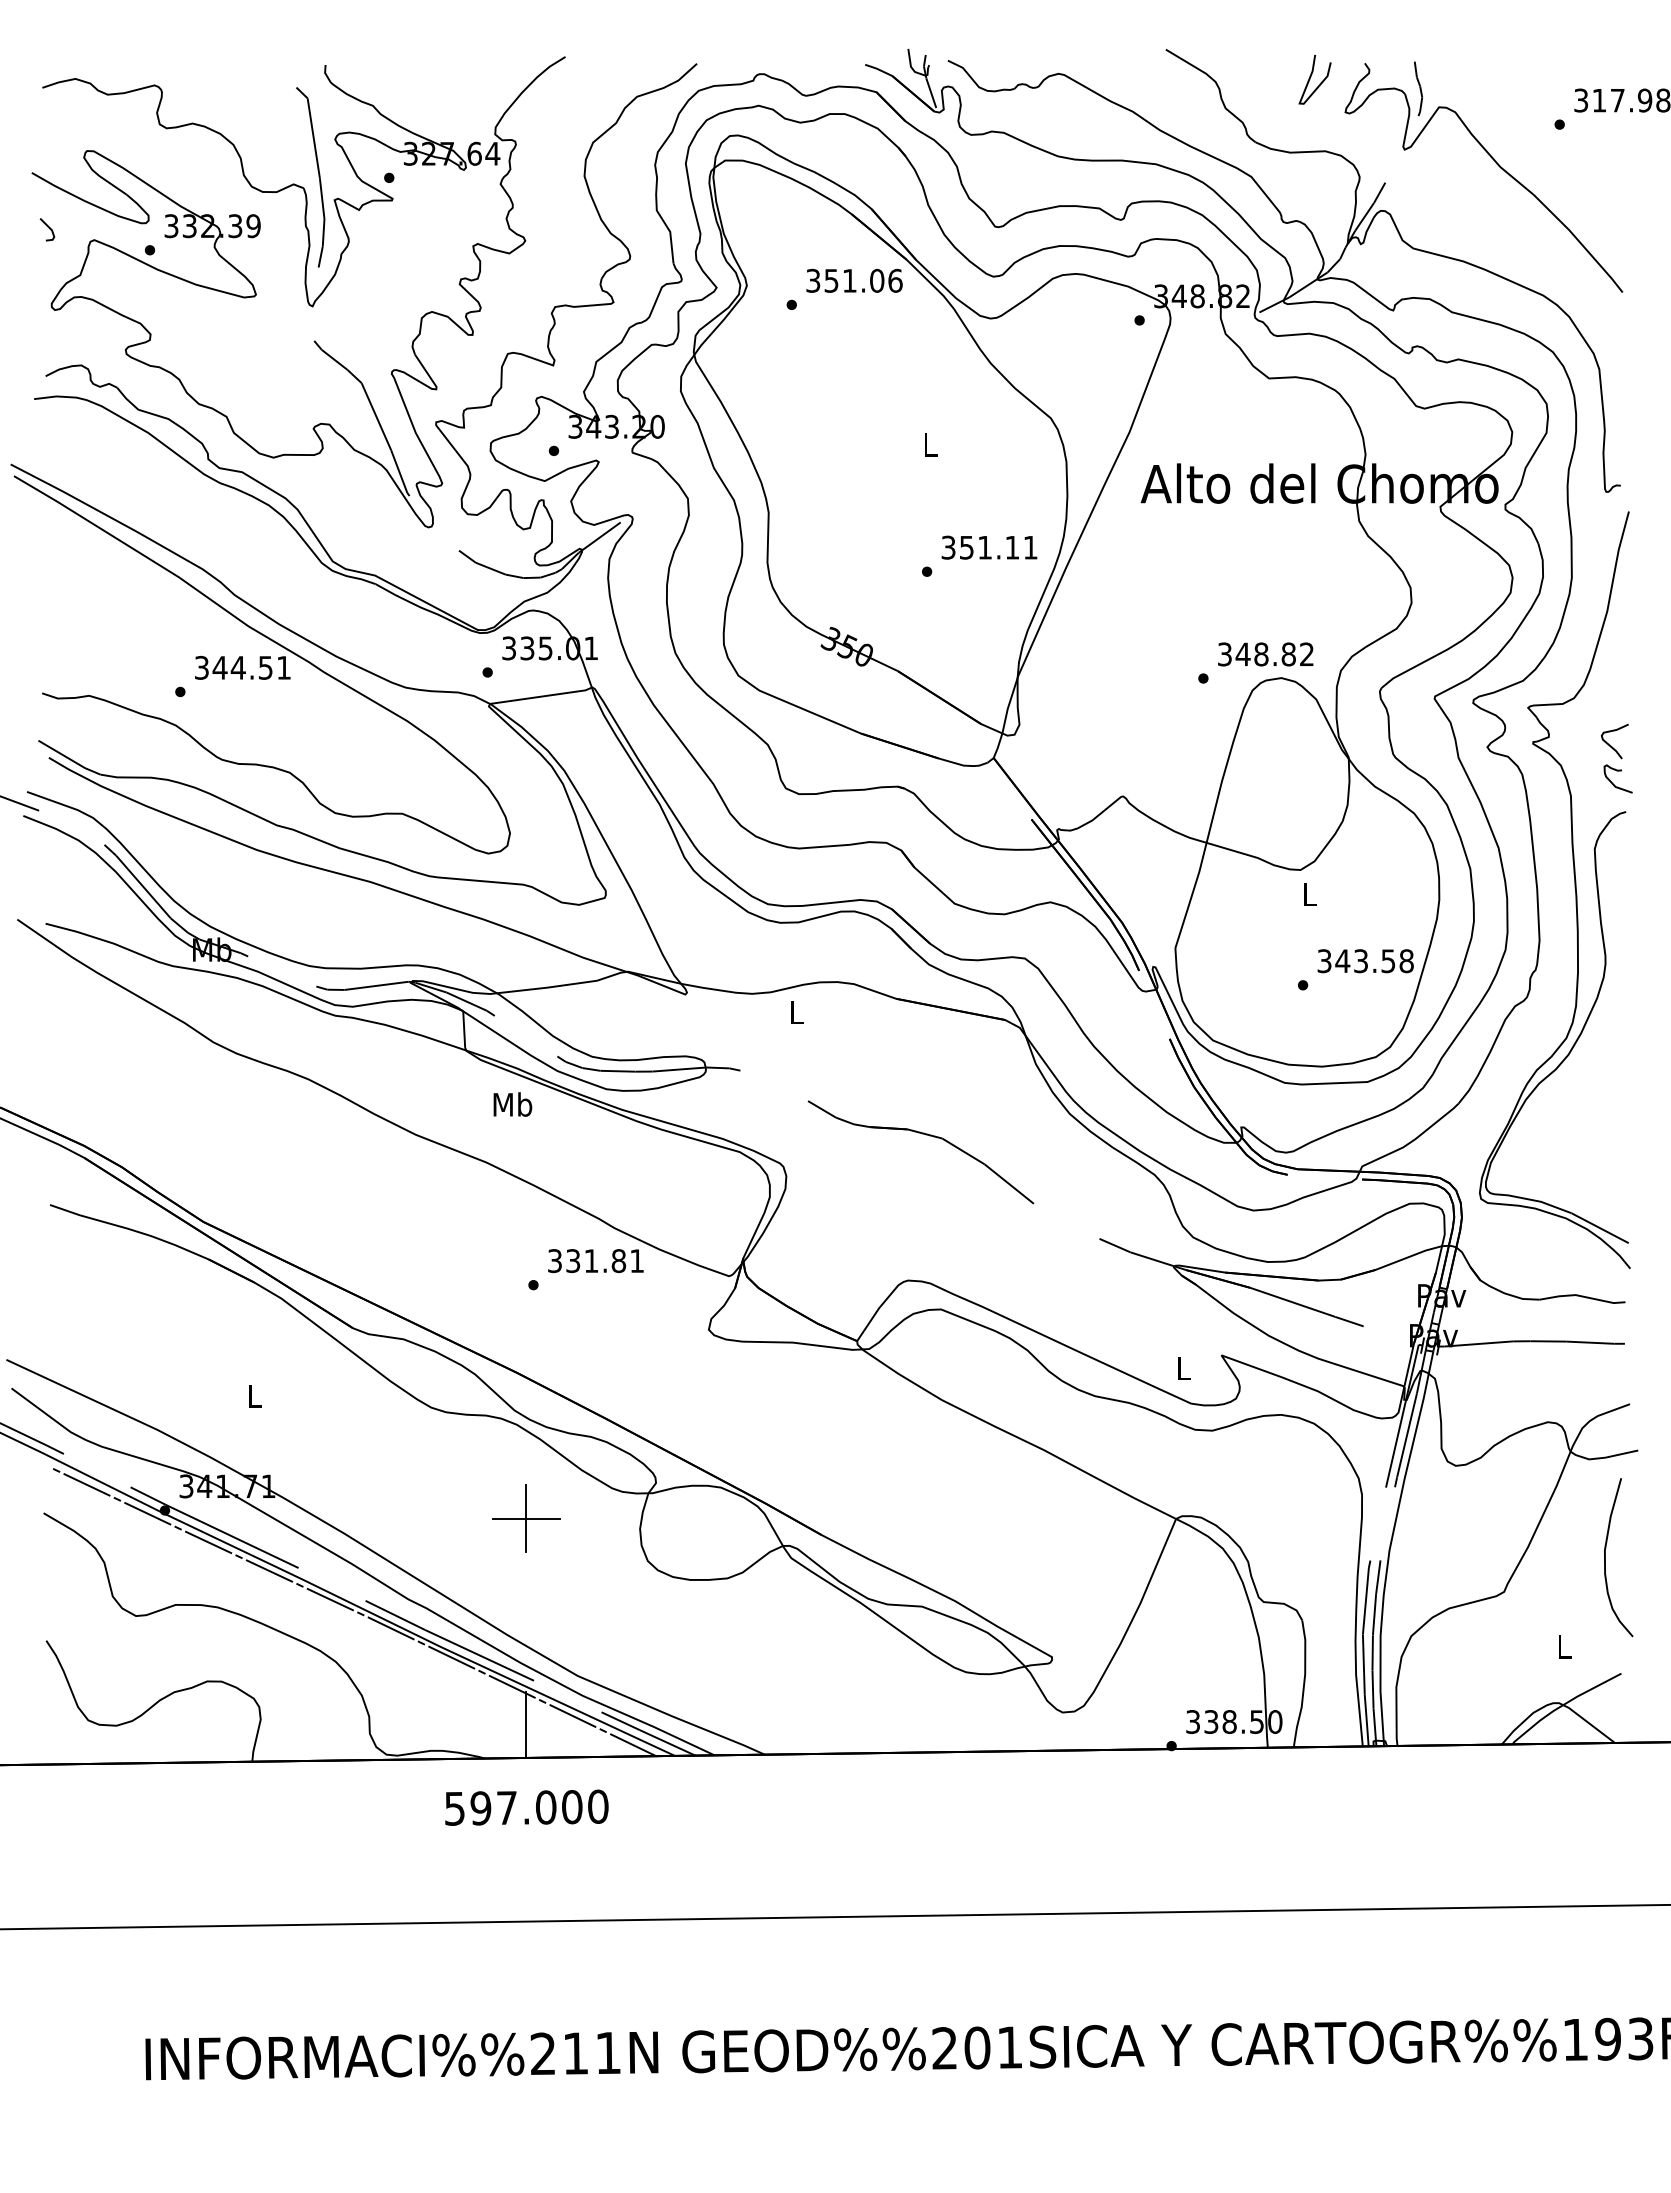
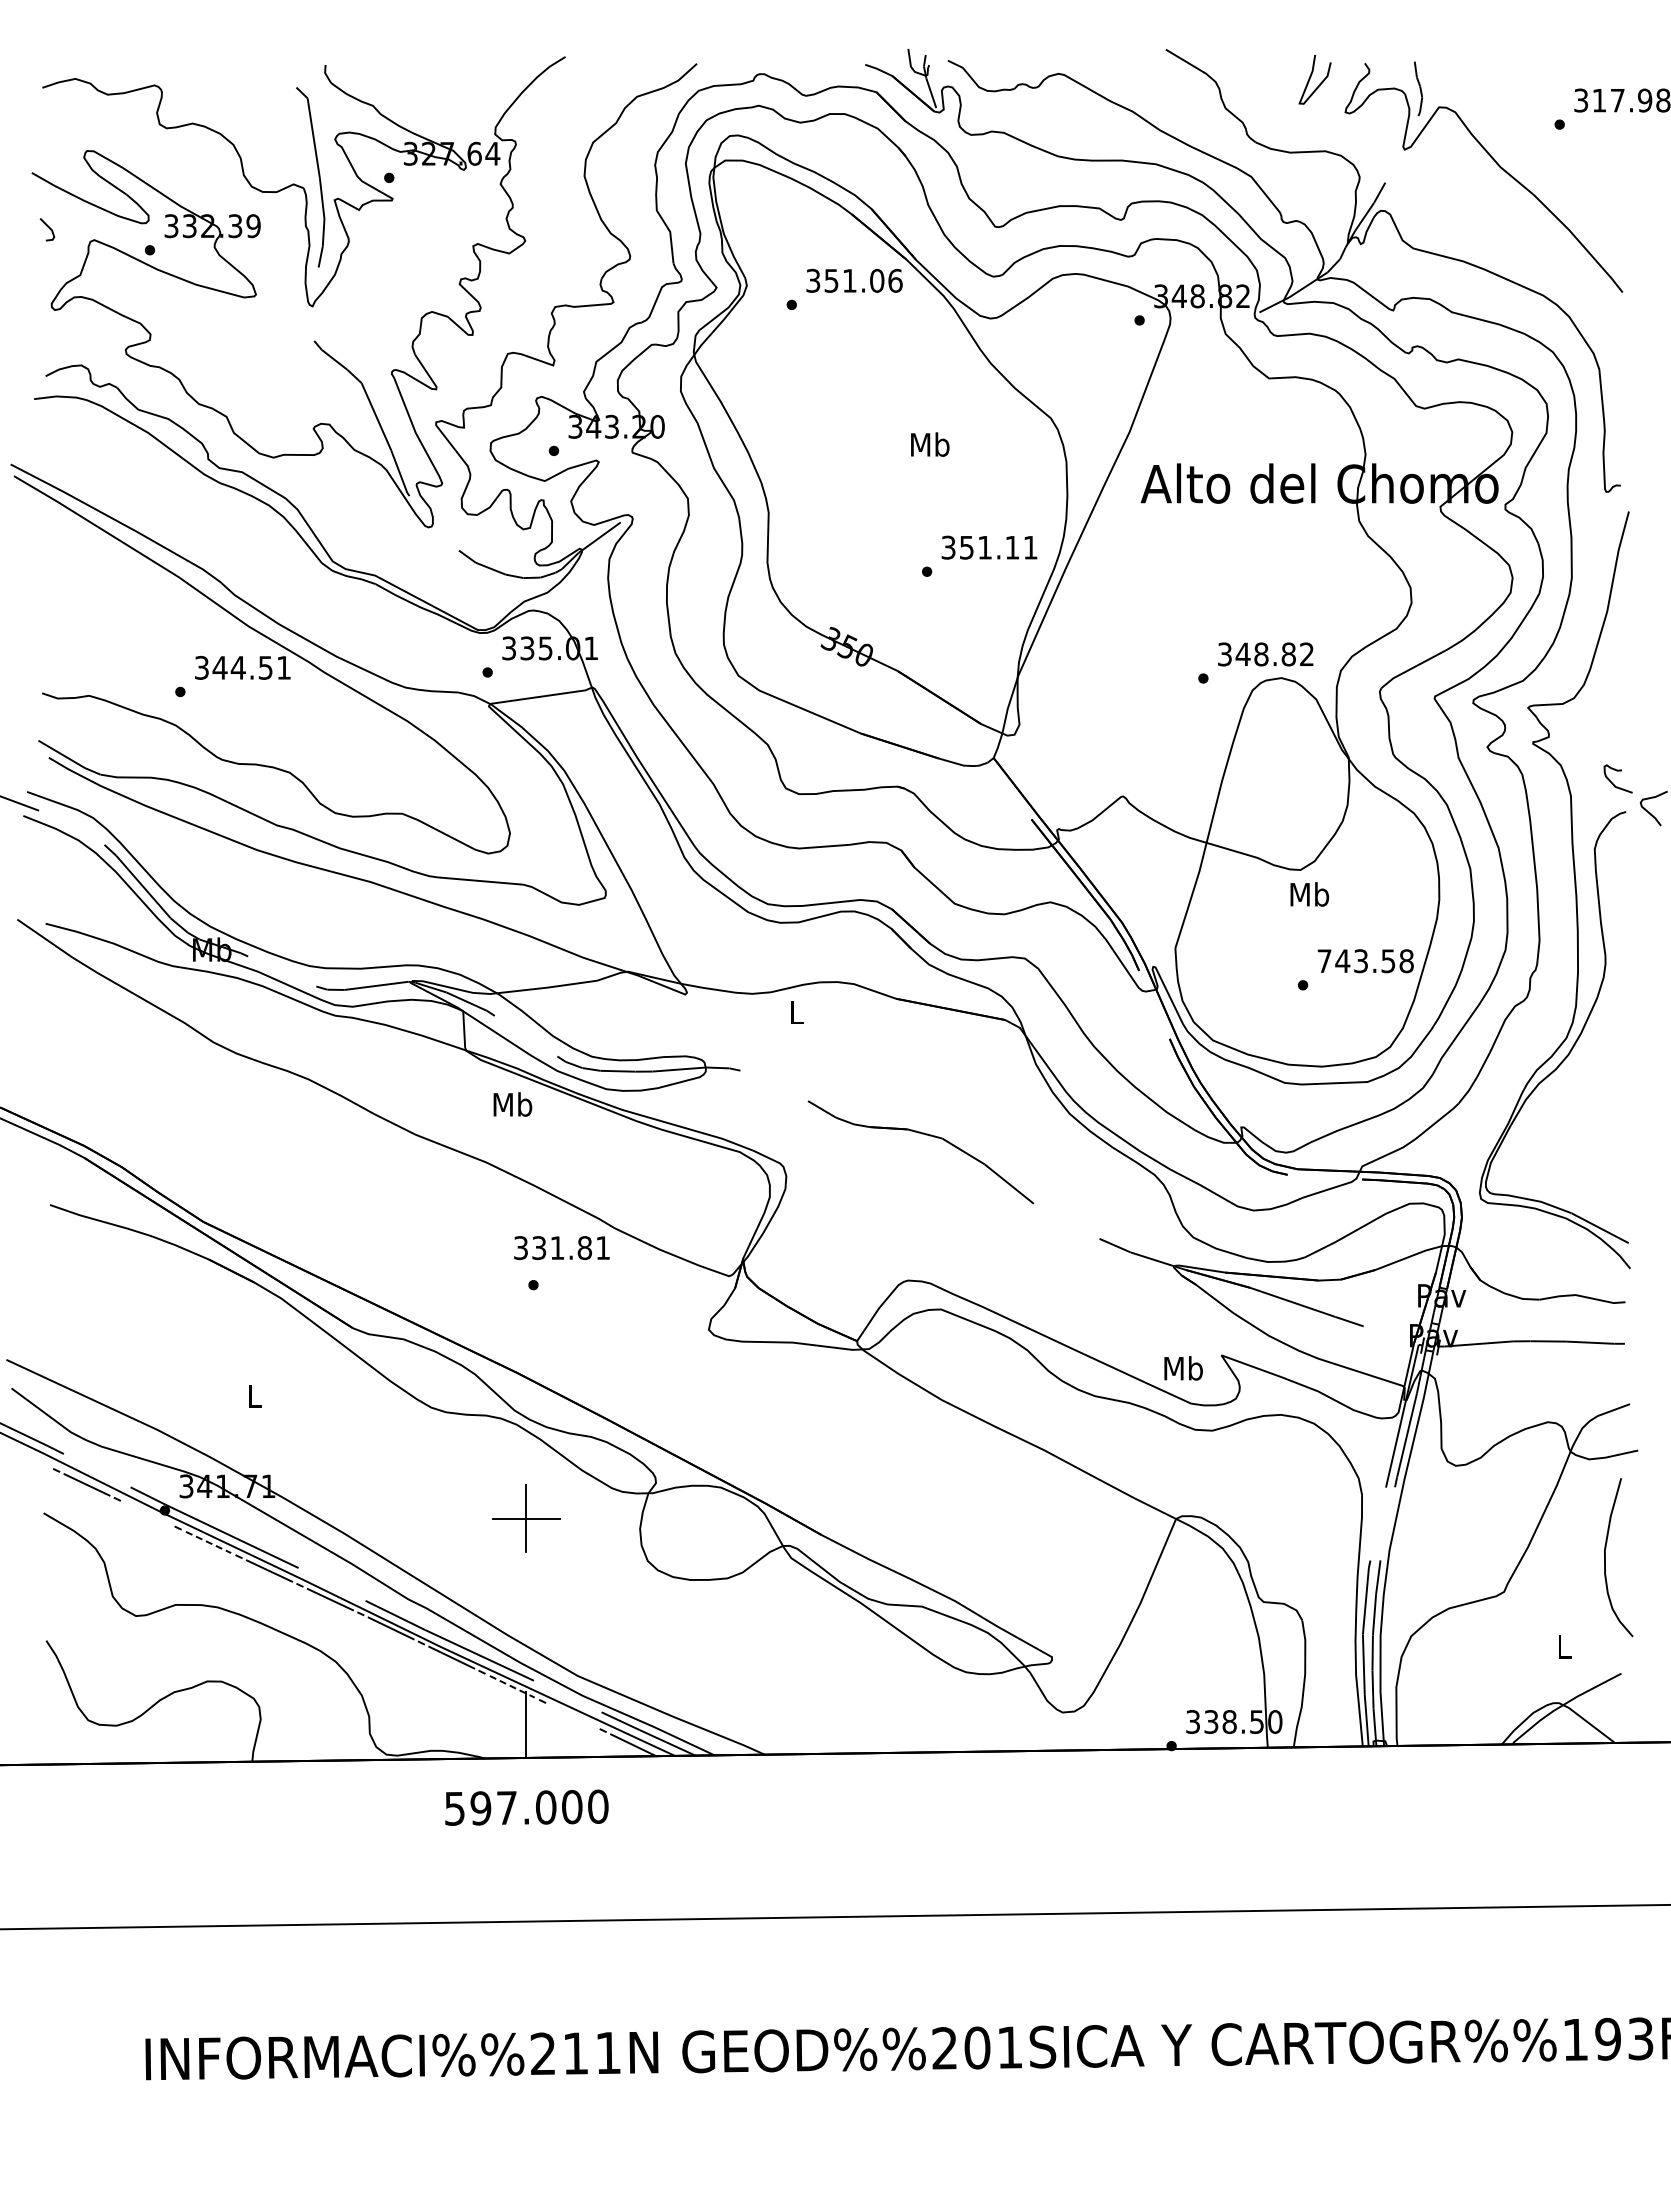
text at (930, 444): L -> Mb
curve at (1610, 744) position: (1610, 744) -> (1649, 811)
text at (1309, 894): L -> Mb
text at (1324, 961): 343.58 -> 743.58
text at (595, 1261) position: (595, 1261) -> (561, 1248)
text at (1183, 1368): L -> Mb
line at (147, 1513): present -> none
line at (208, 1542): solid -> dashed
line at (512, 1686): solid -> dashed
line at (572, 1715): present -> none
